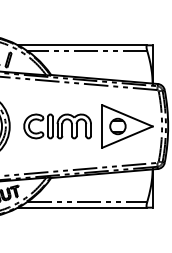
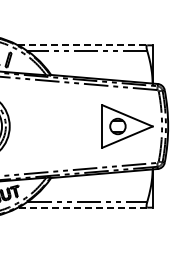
line at (82, 45): solid -> dashed
part at (57, 126): present -> none
line at (82, 207): solid -> dashed
